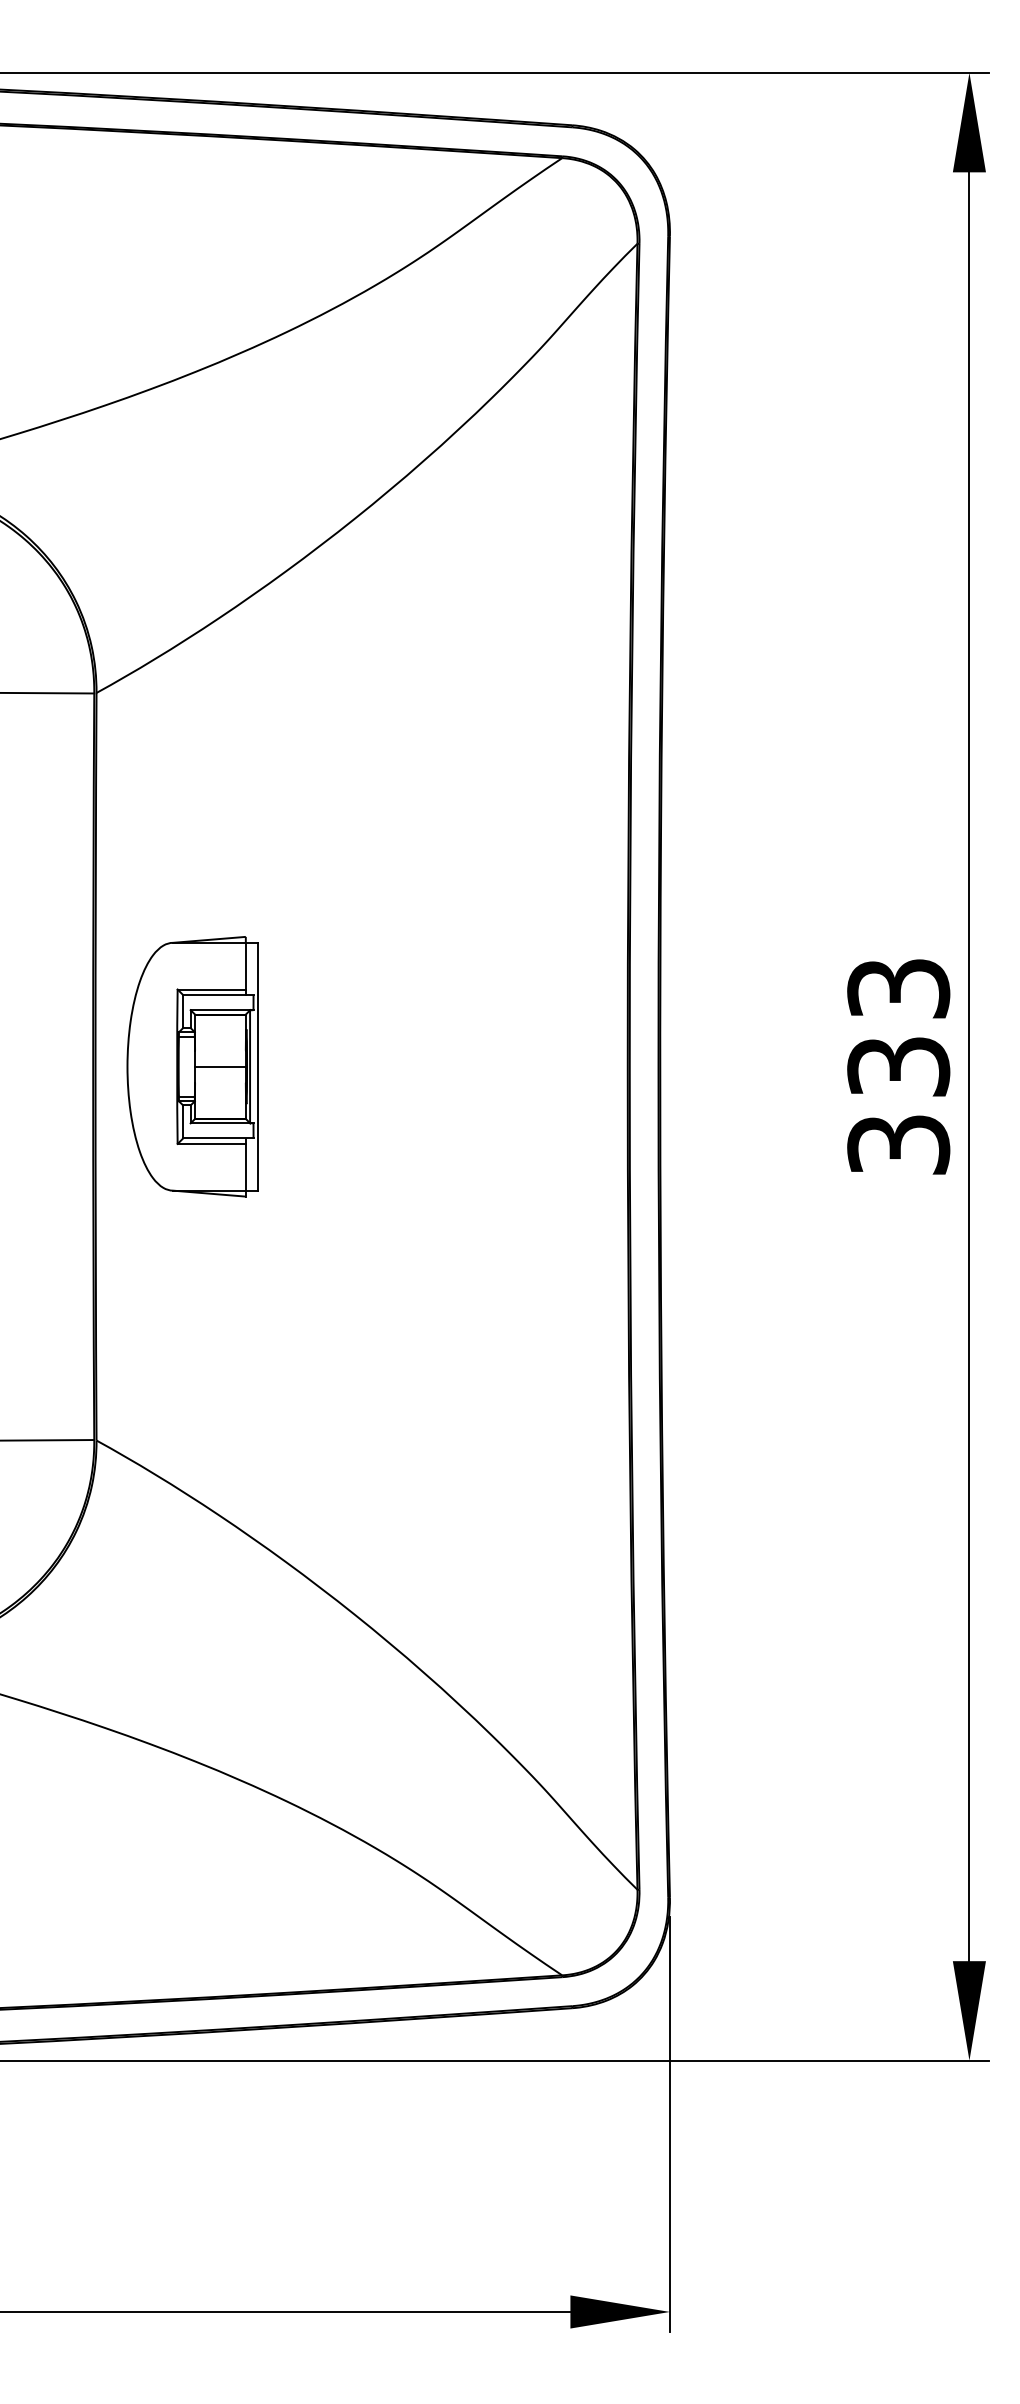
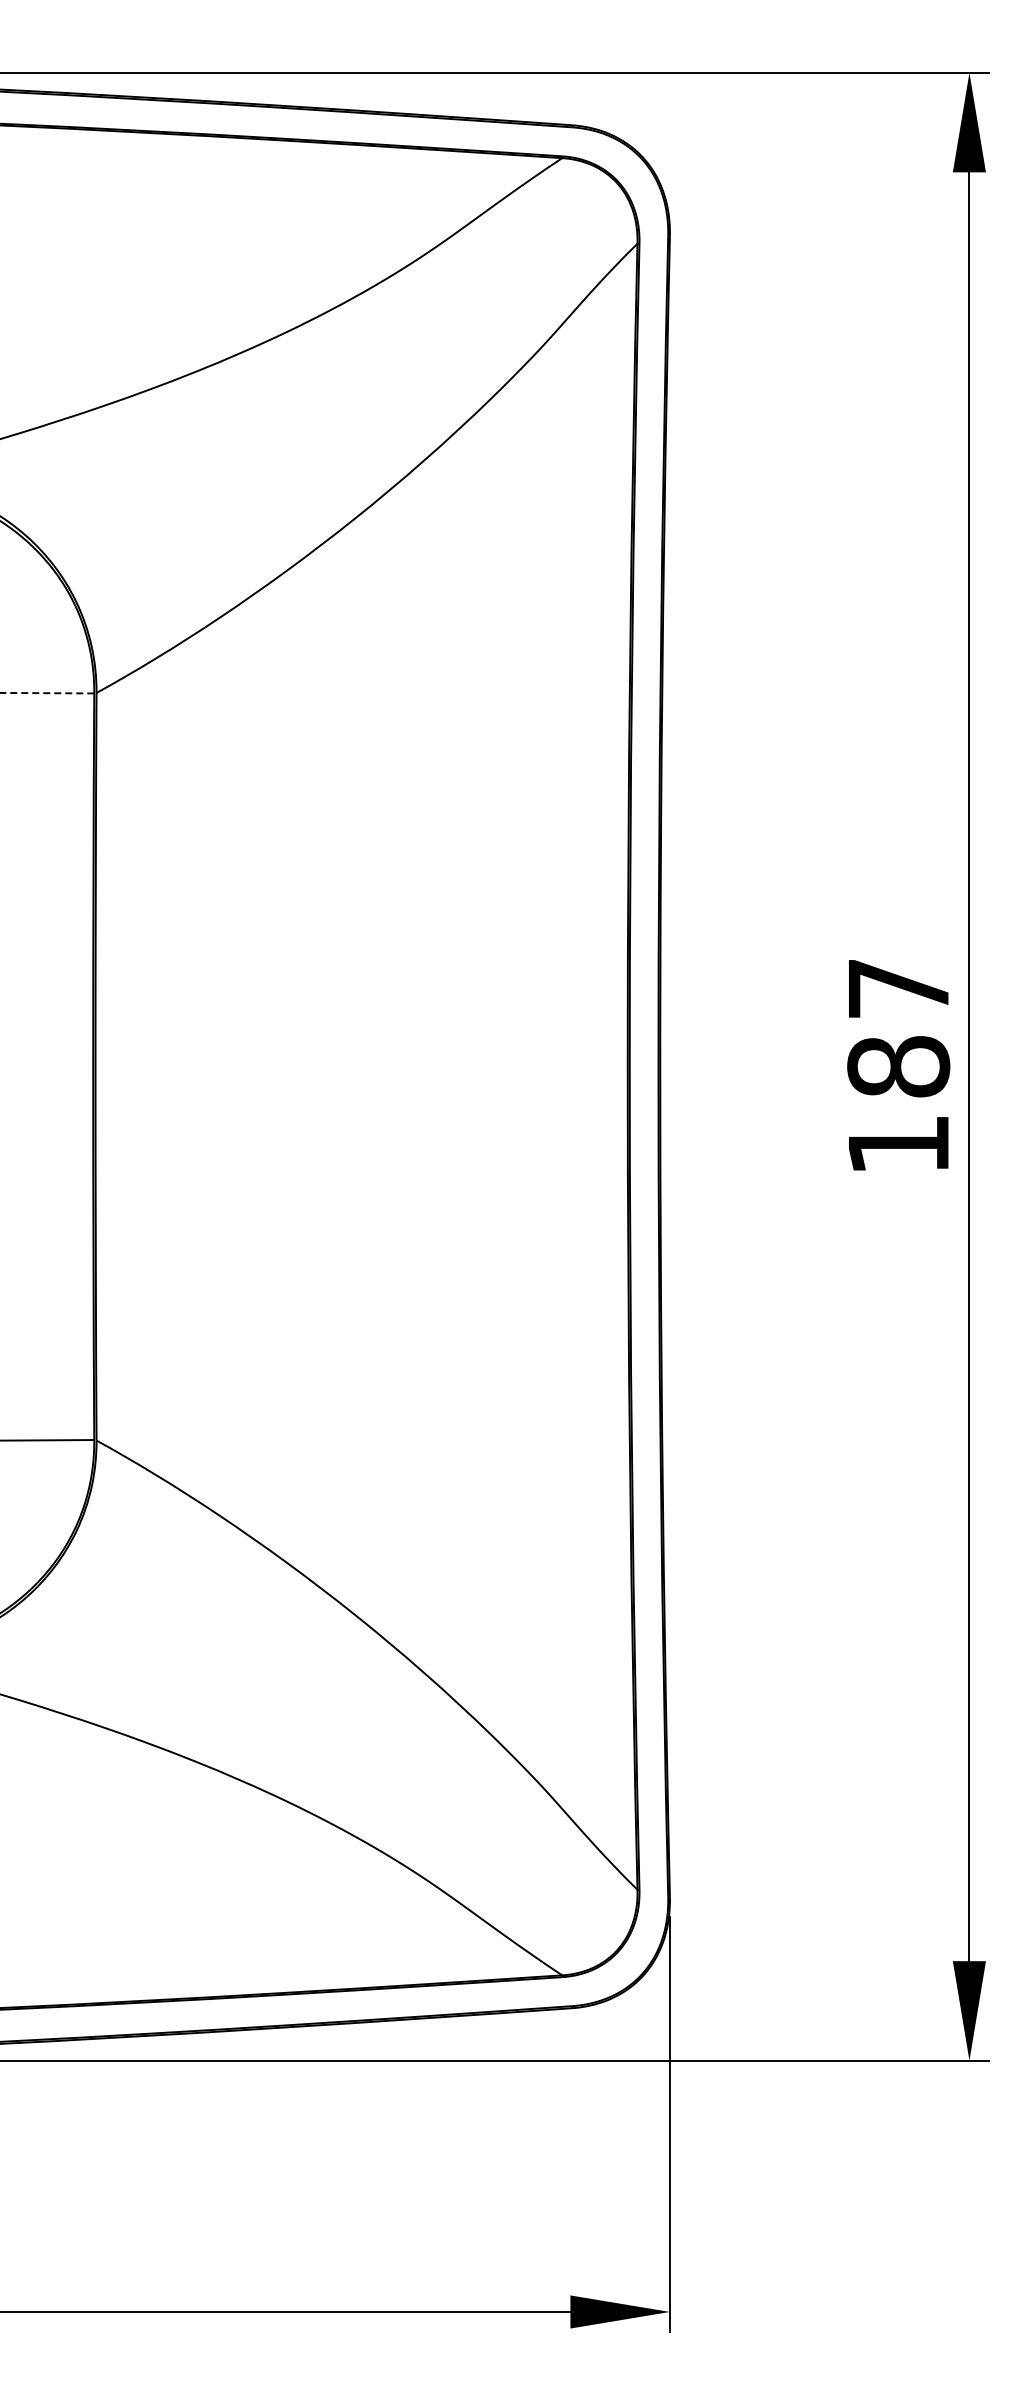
line at (46, 693): solid -> dashed
part at (192, 1066): present -> none
text at (898, 1066): 333 -> 187
